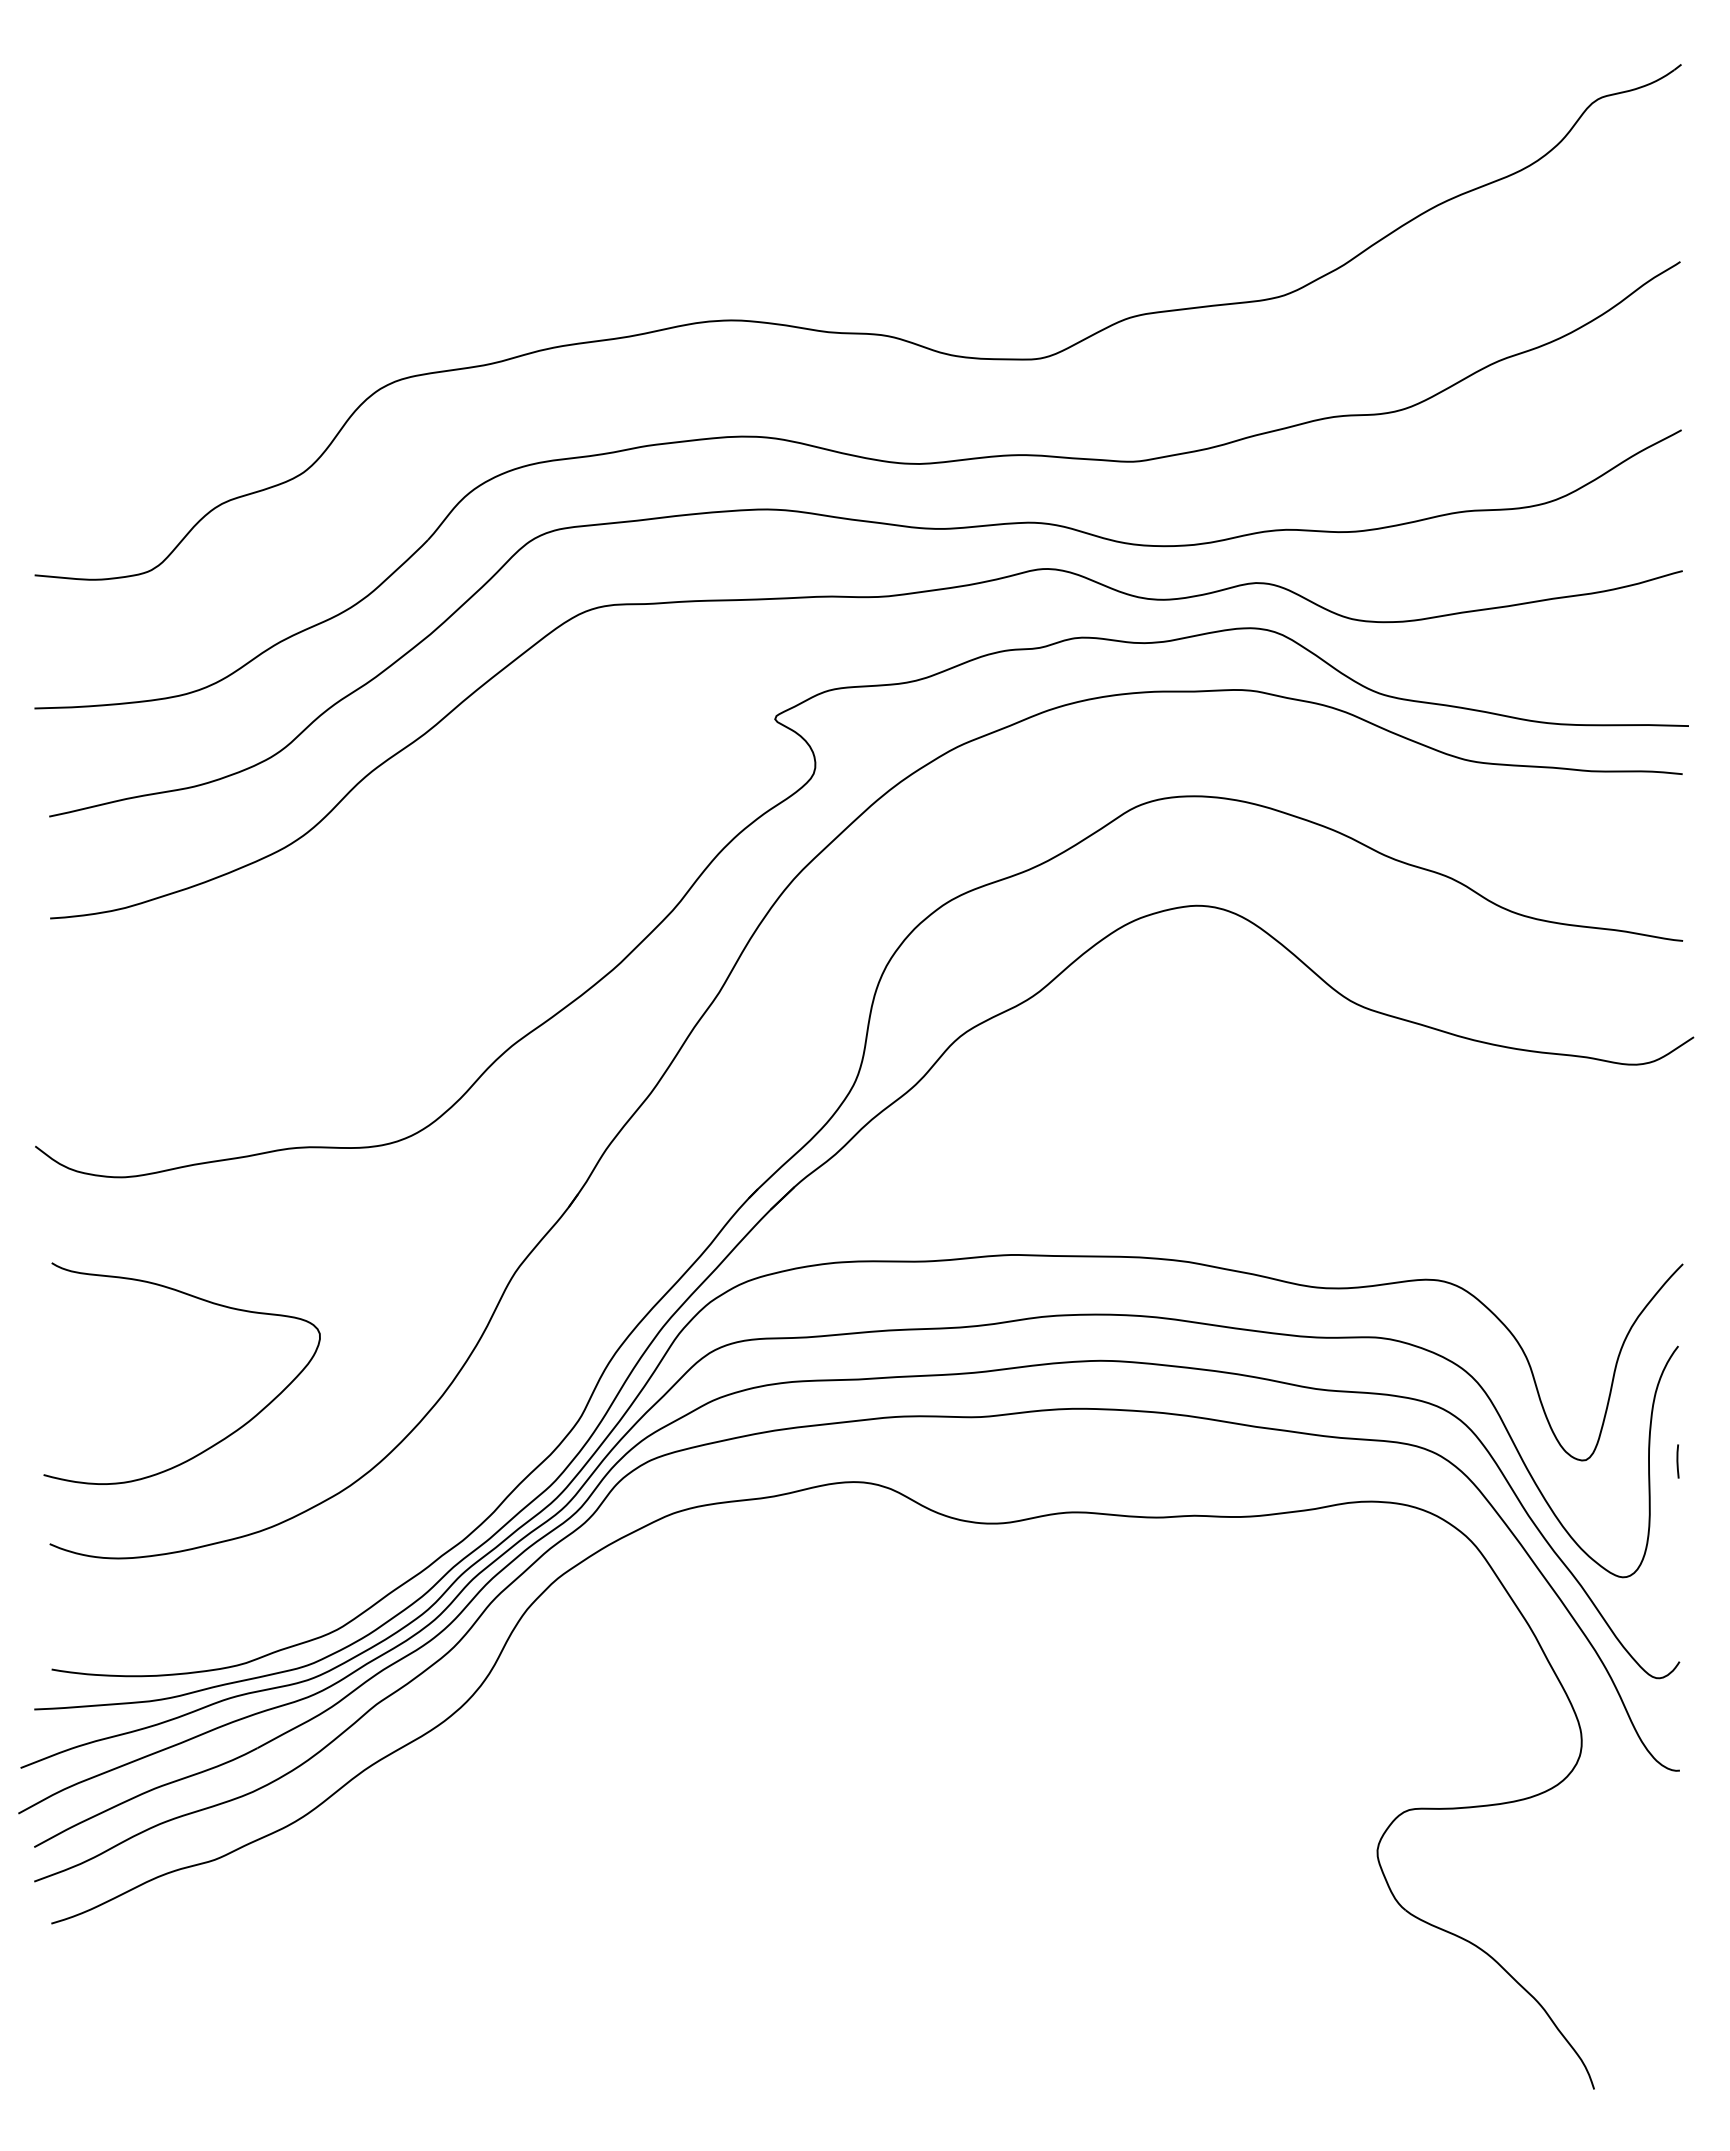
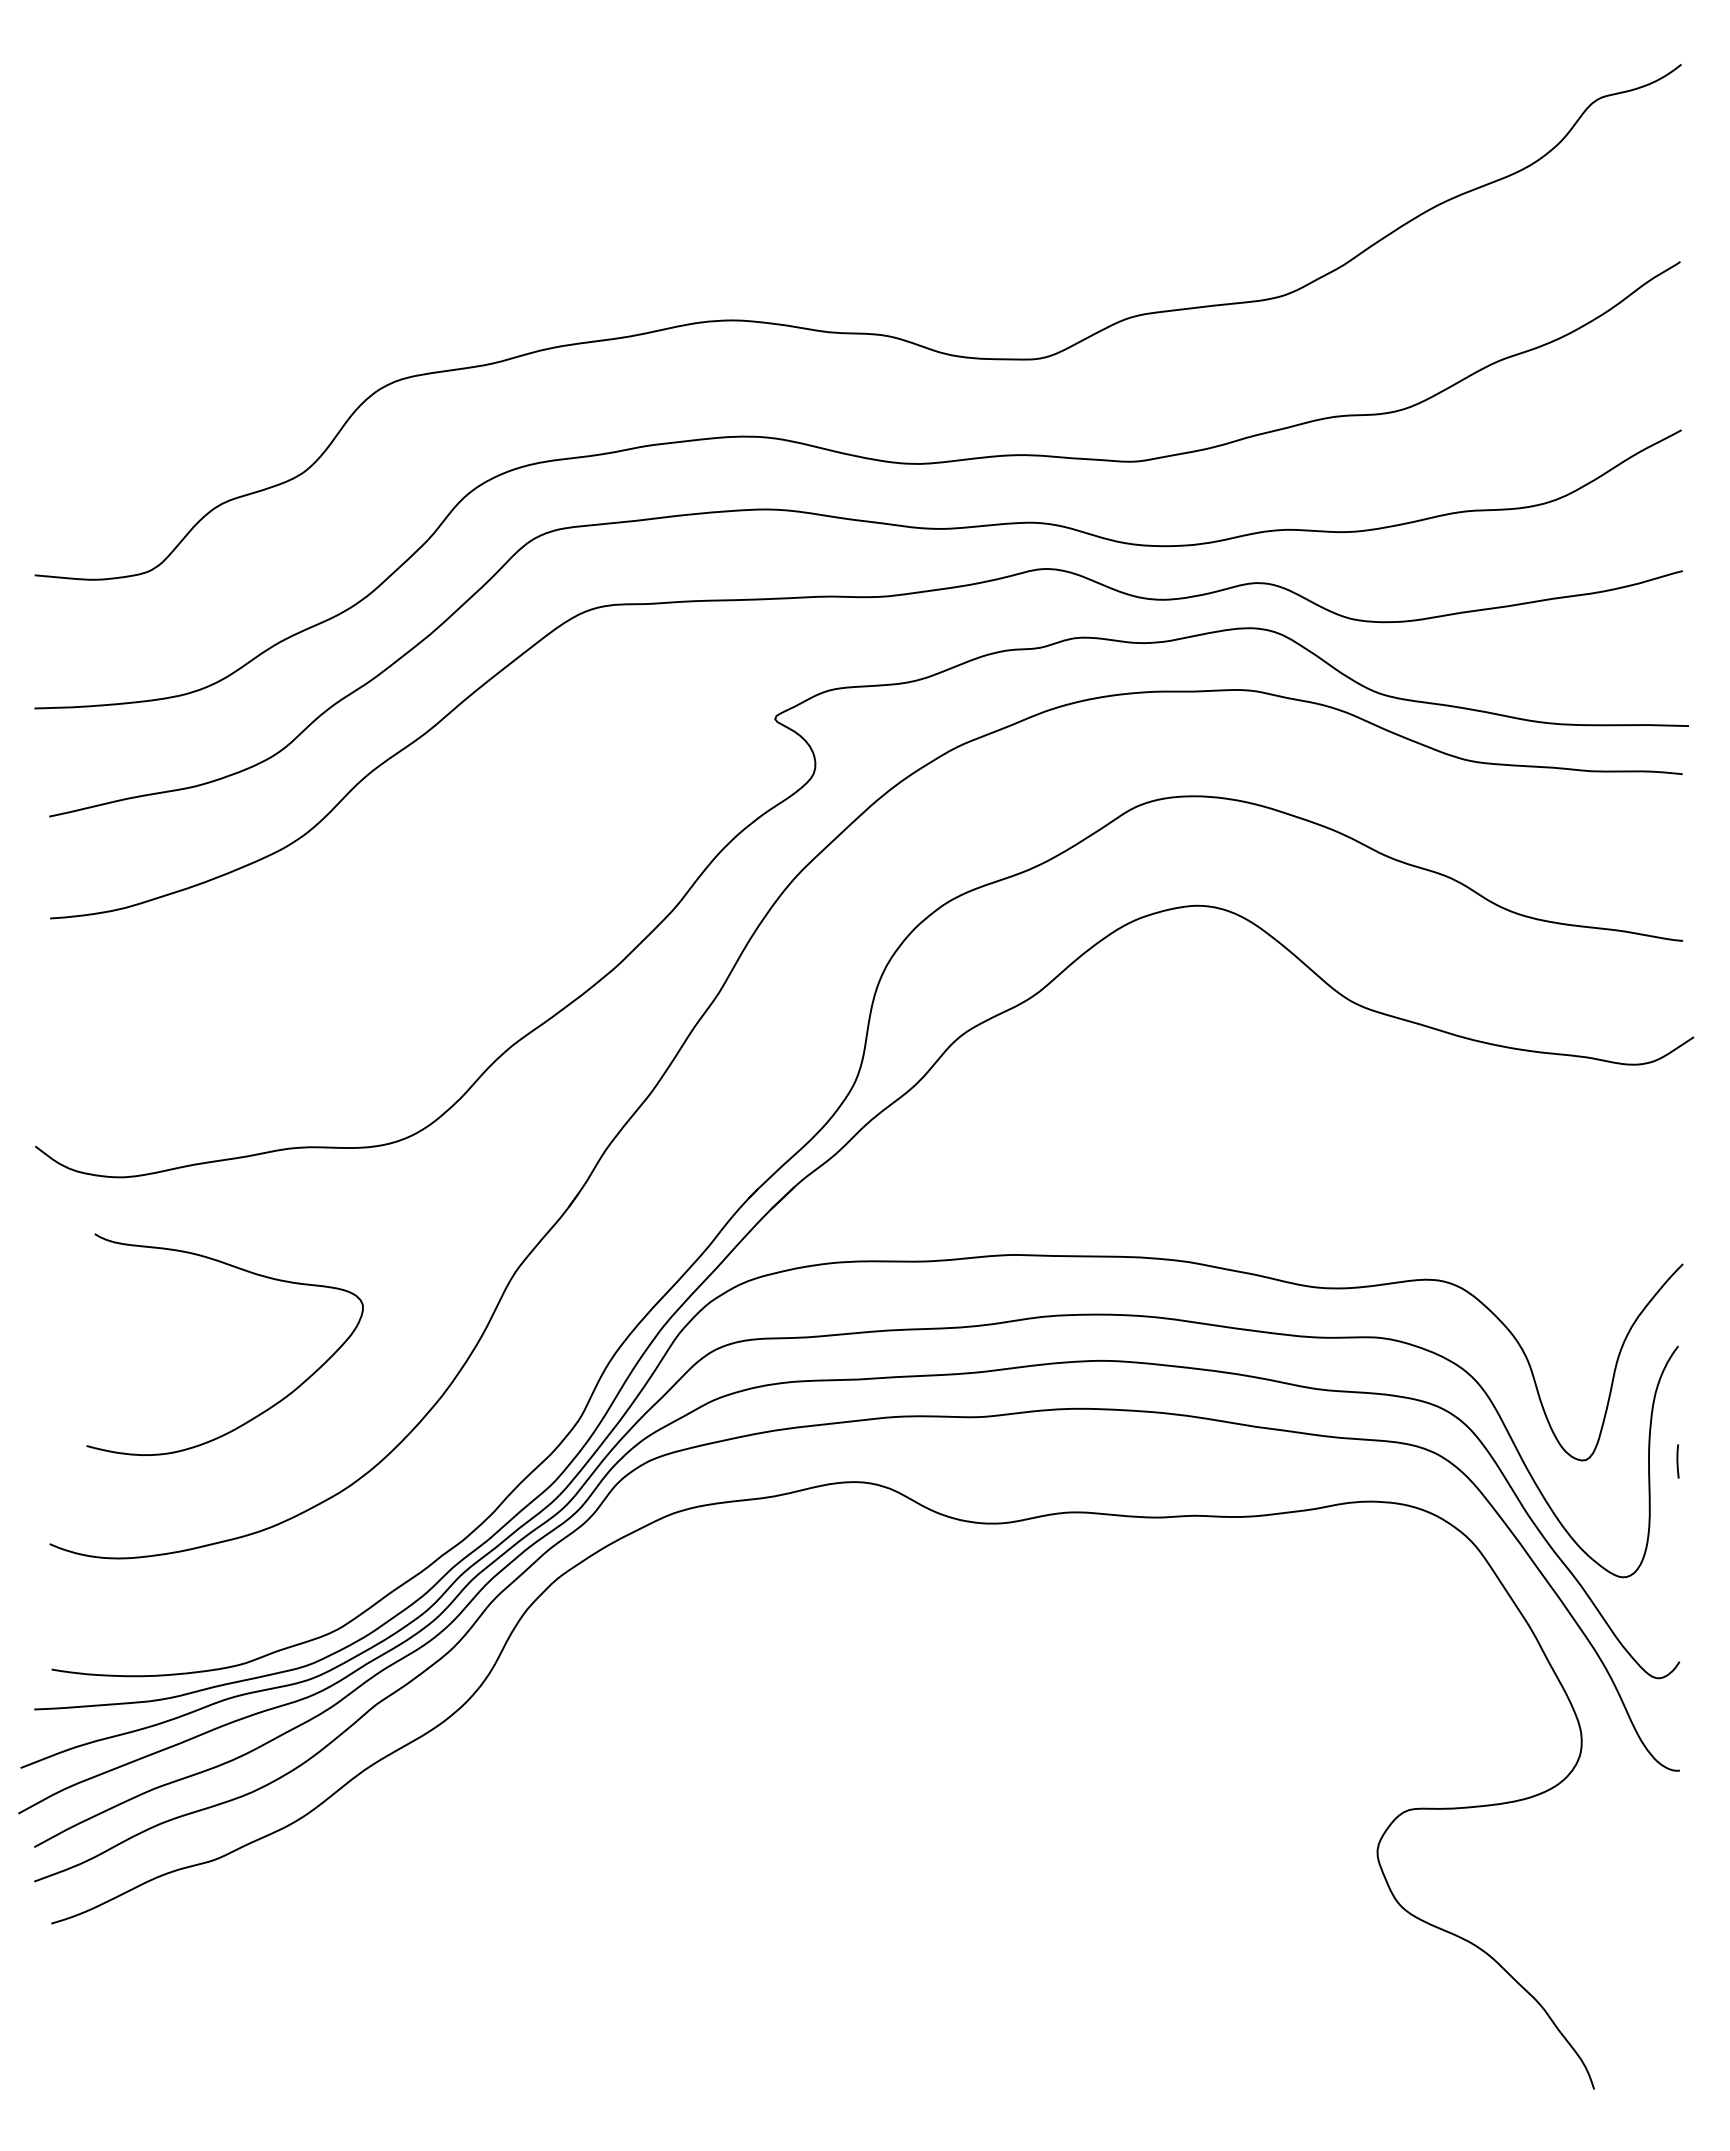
curve at (204, 1301) position: (204, 1301) -> (247, 1272)
